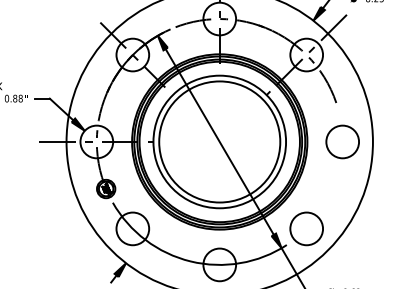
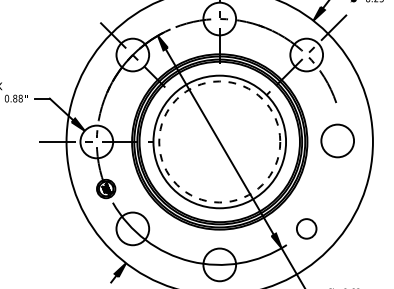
circle at (219, 141): solid -> dashed
circle at (342, 141) position: (342, 141) -> (337, 140)
circle at (306, 228) diameter: 33 px -> 20 px
